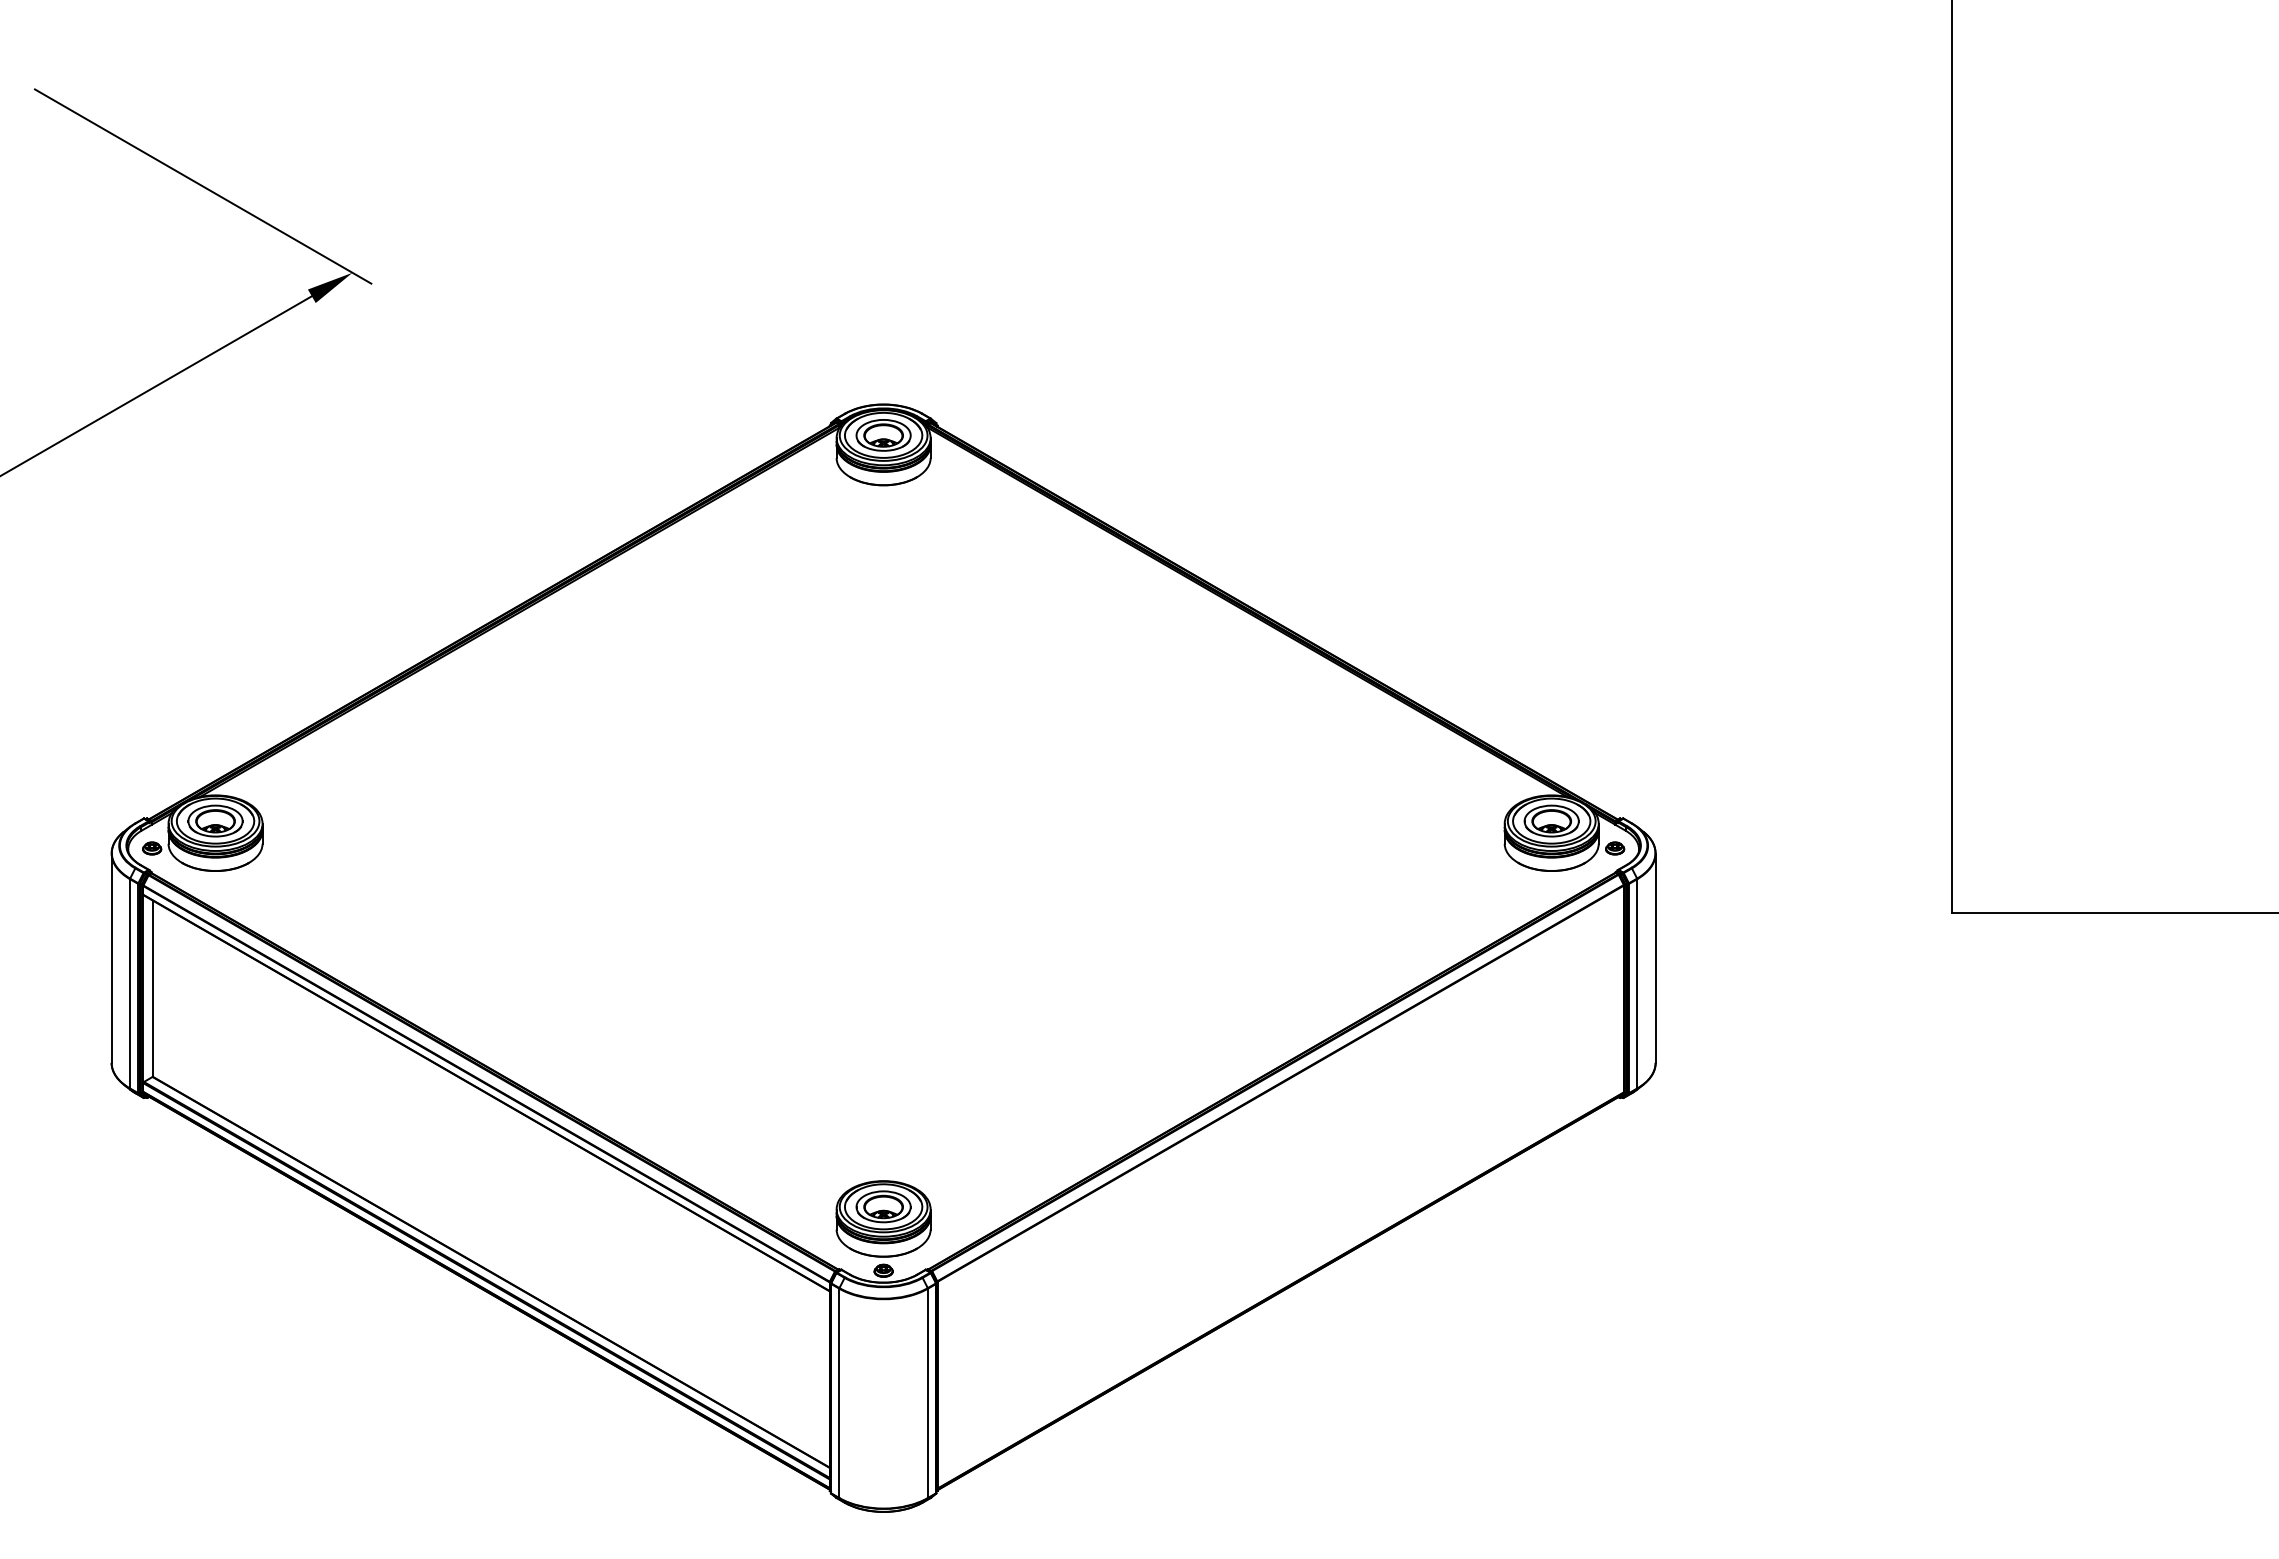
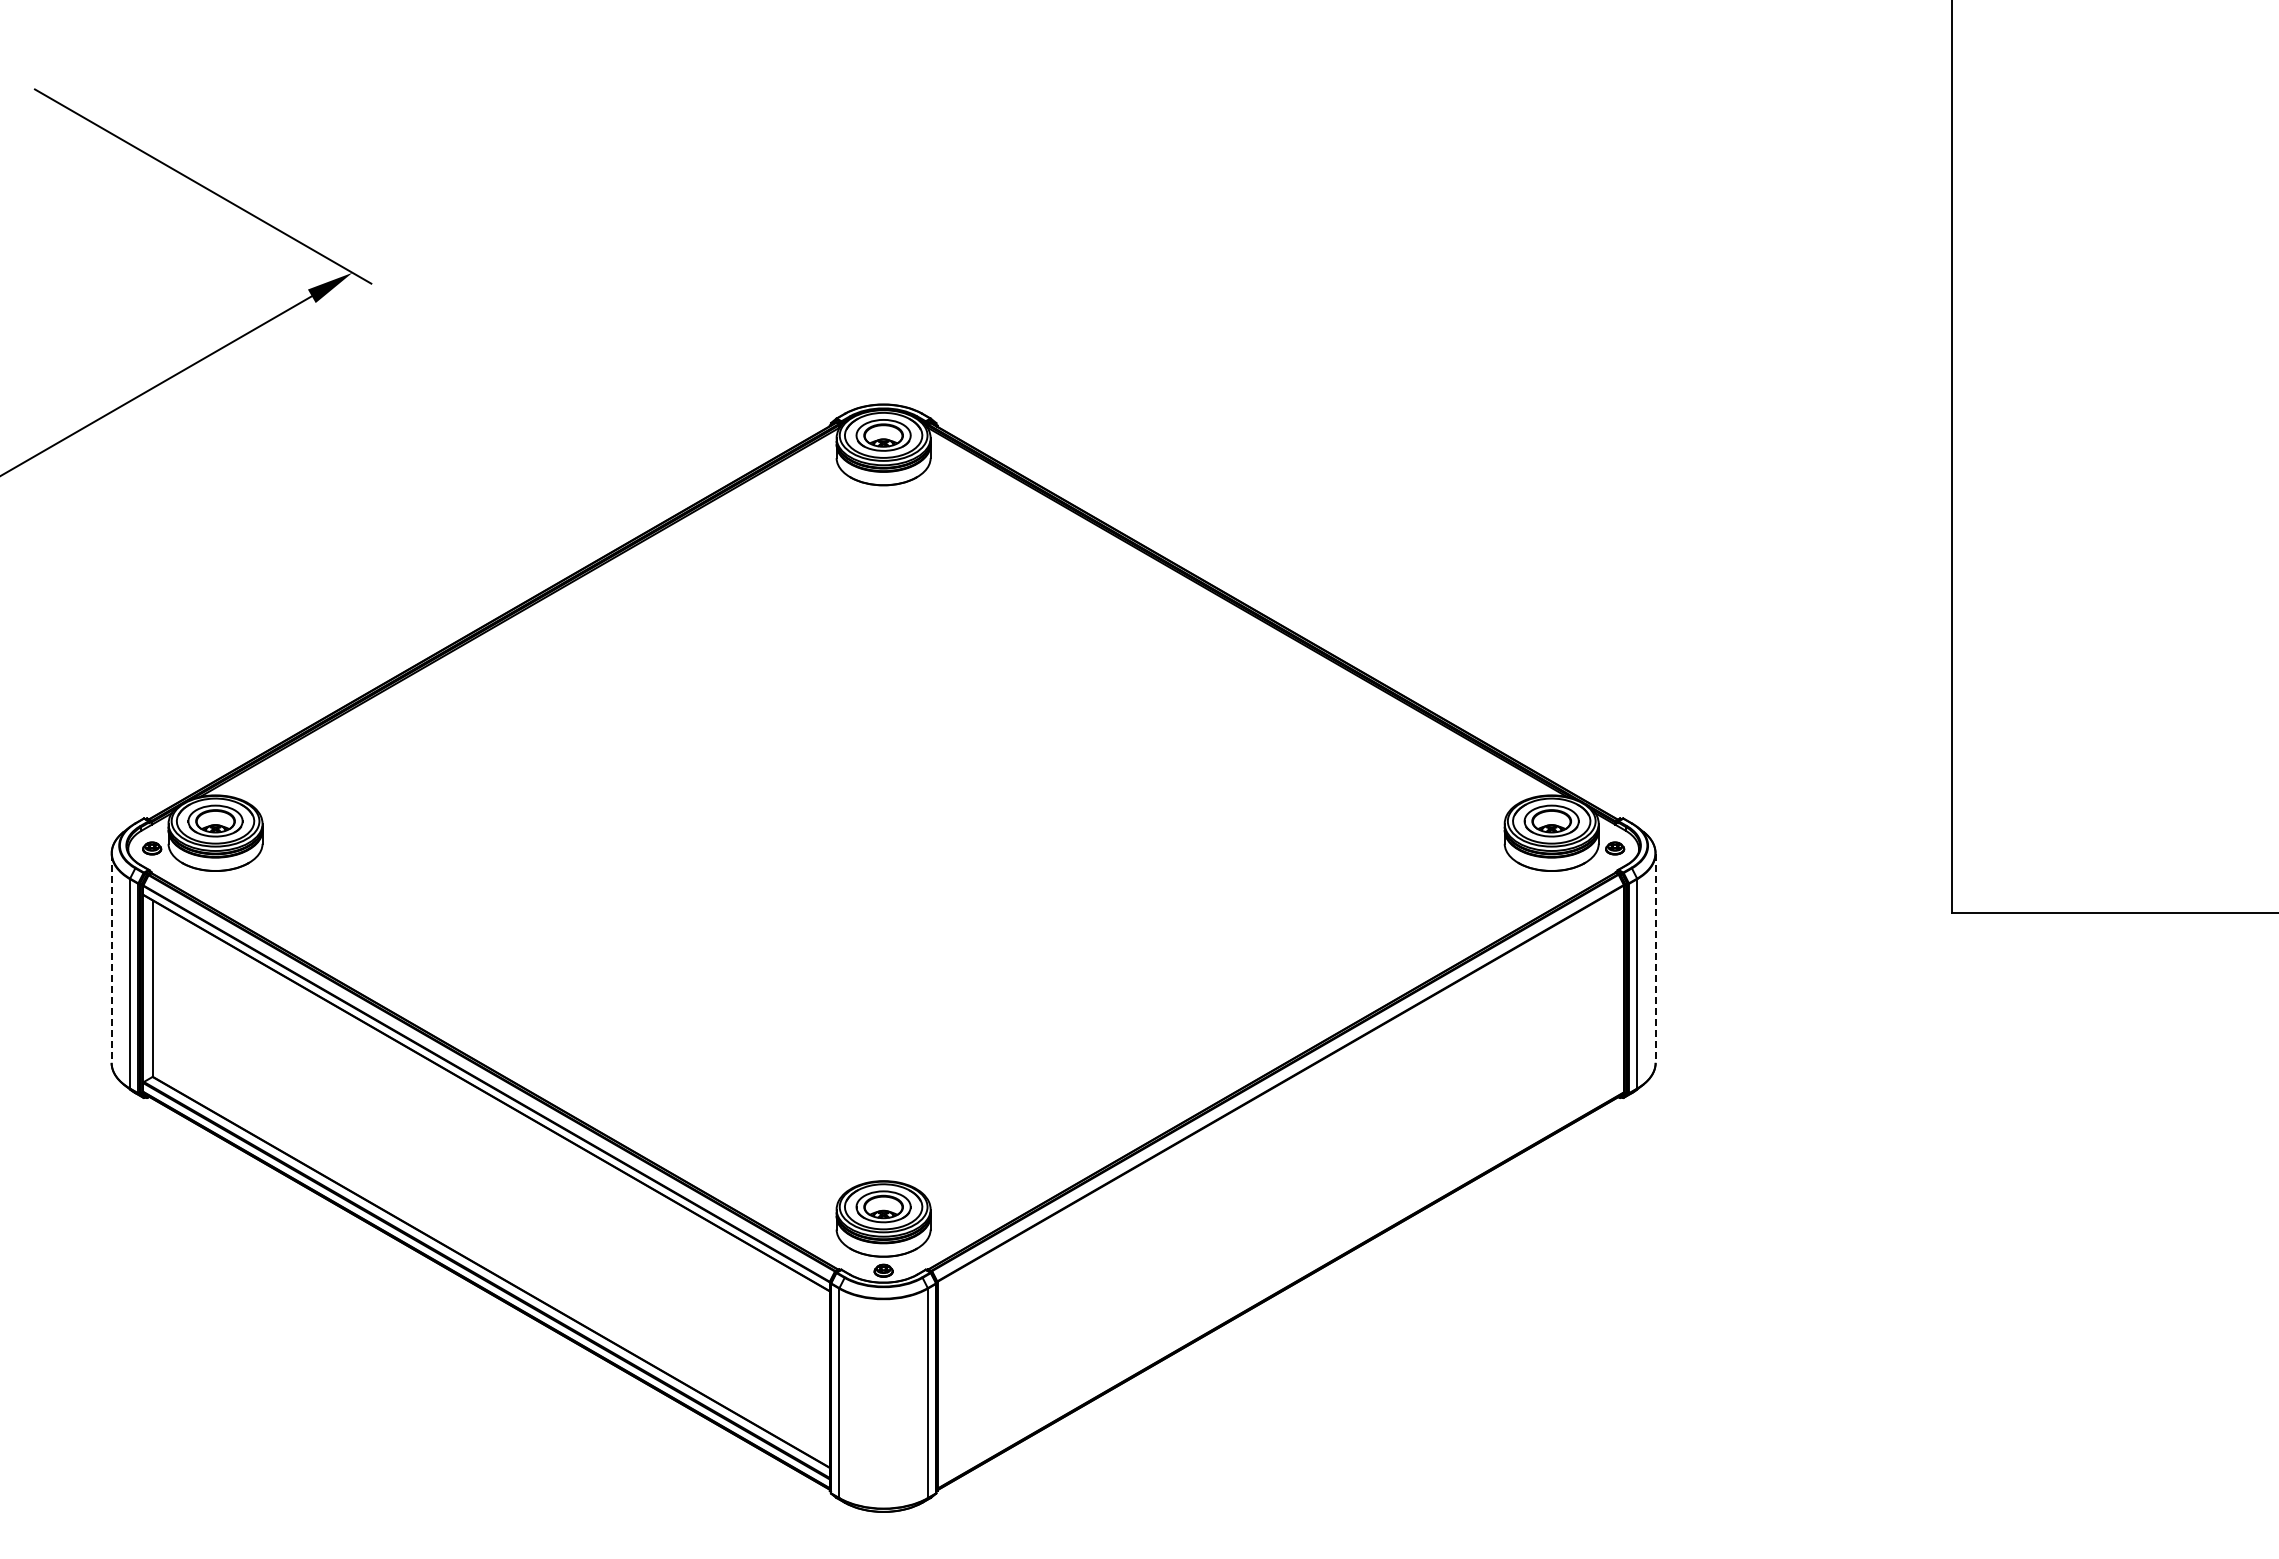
line at (111, 958): solid -> dashed
line at (1655, 958): solid -> dashed
